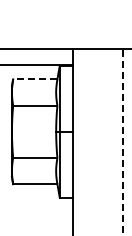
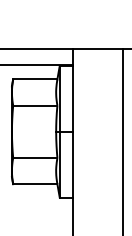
line at (34, 79): dashed -> solid
line at (122, 141): dashed -> solid
